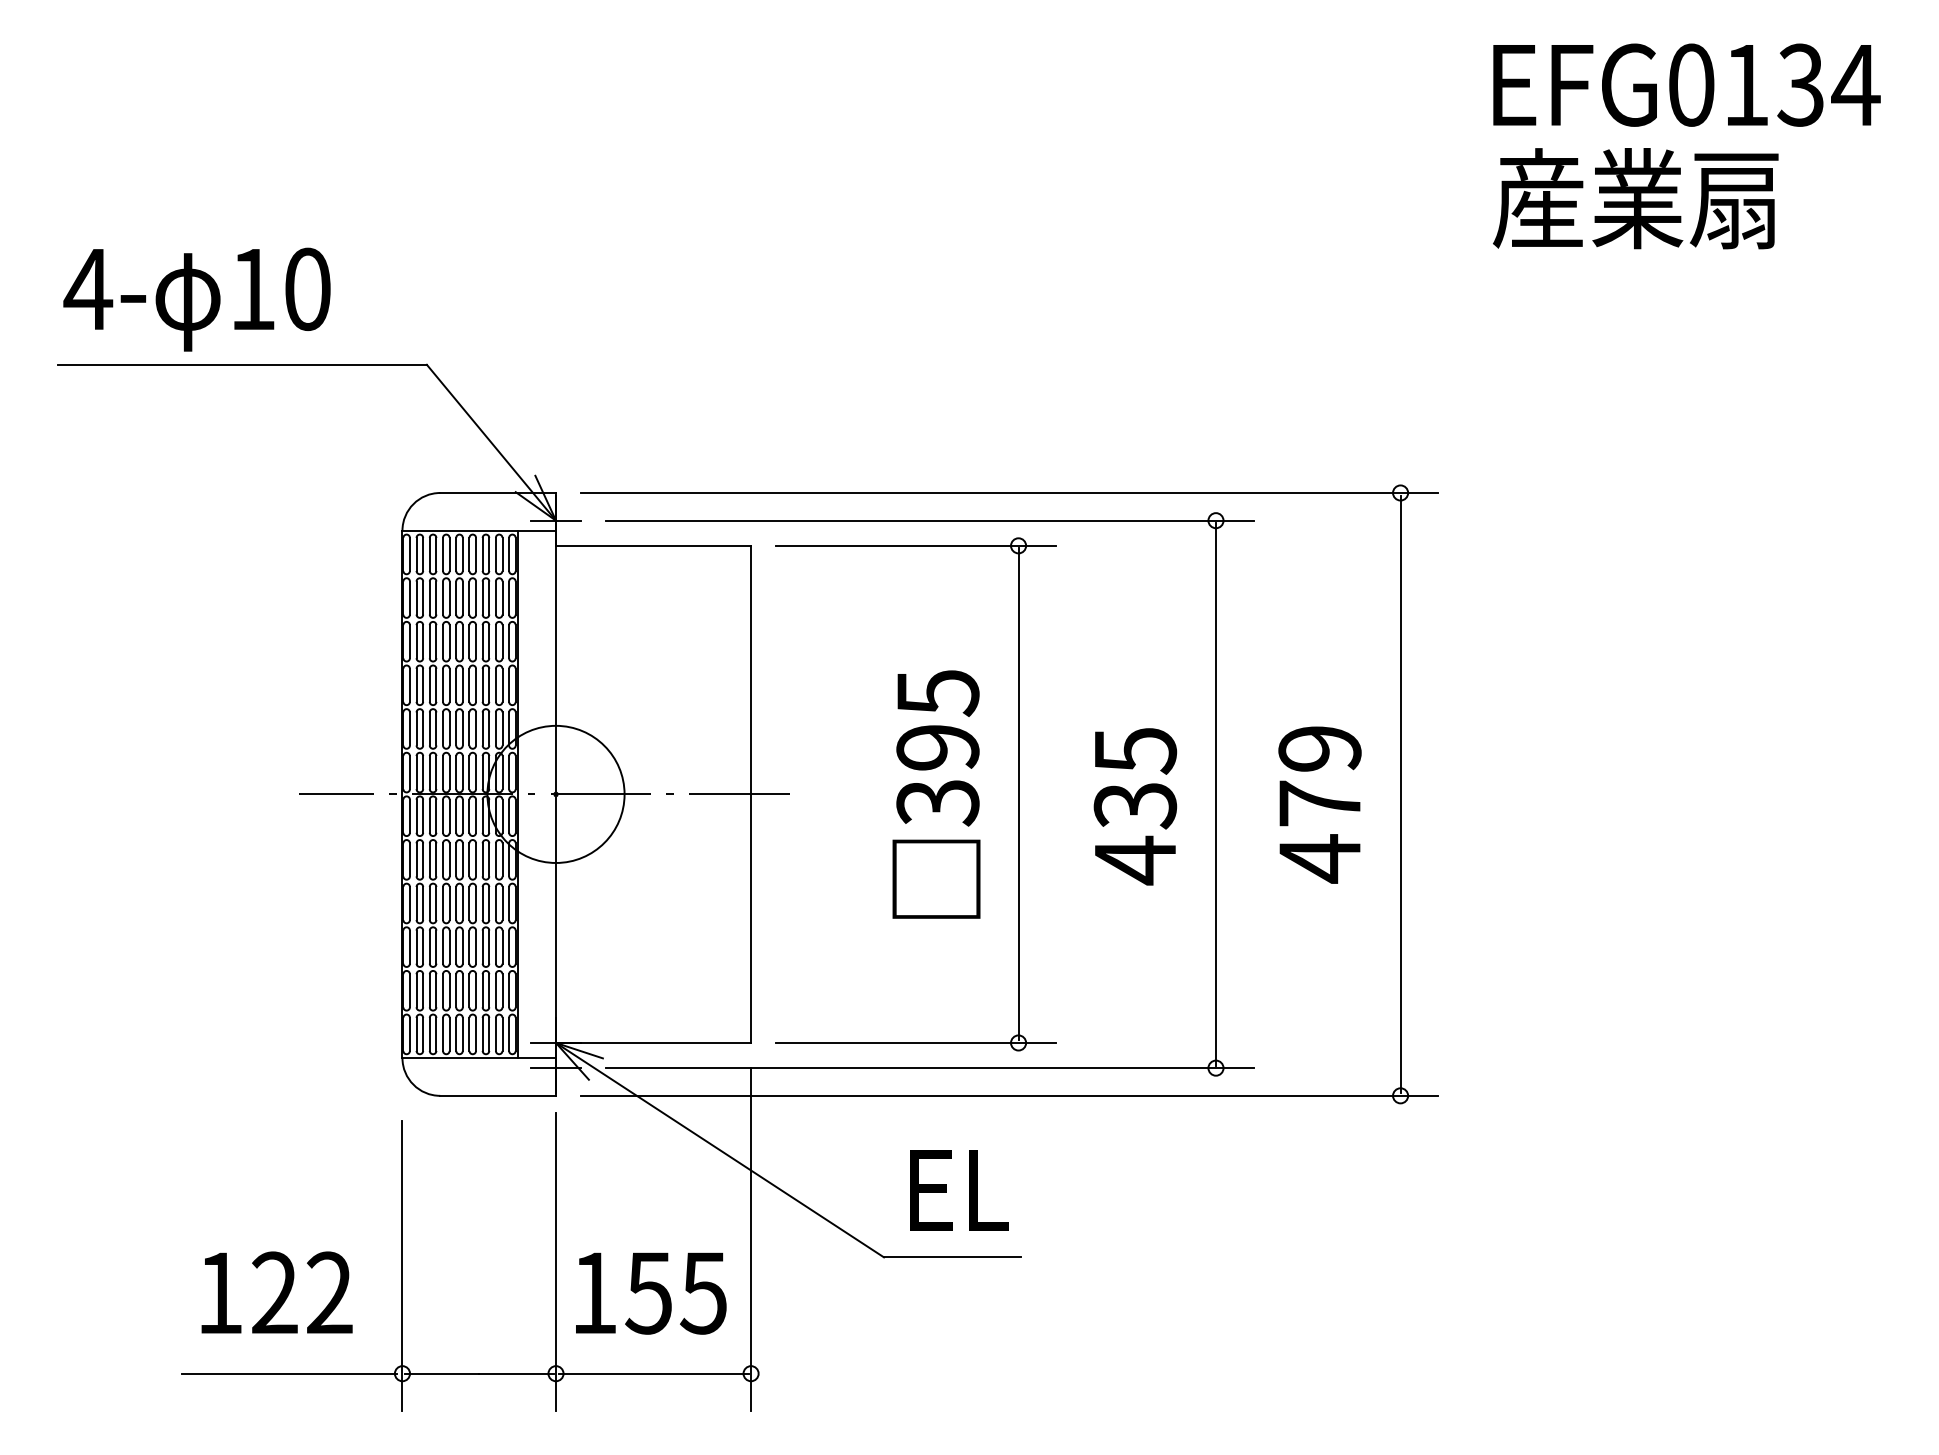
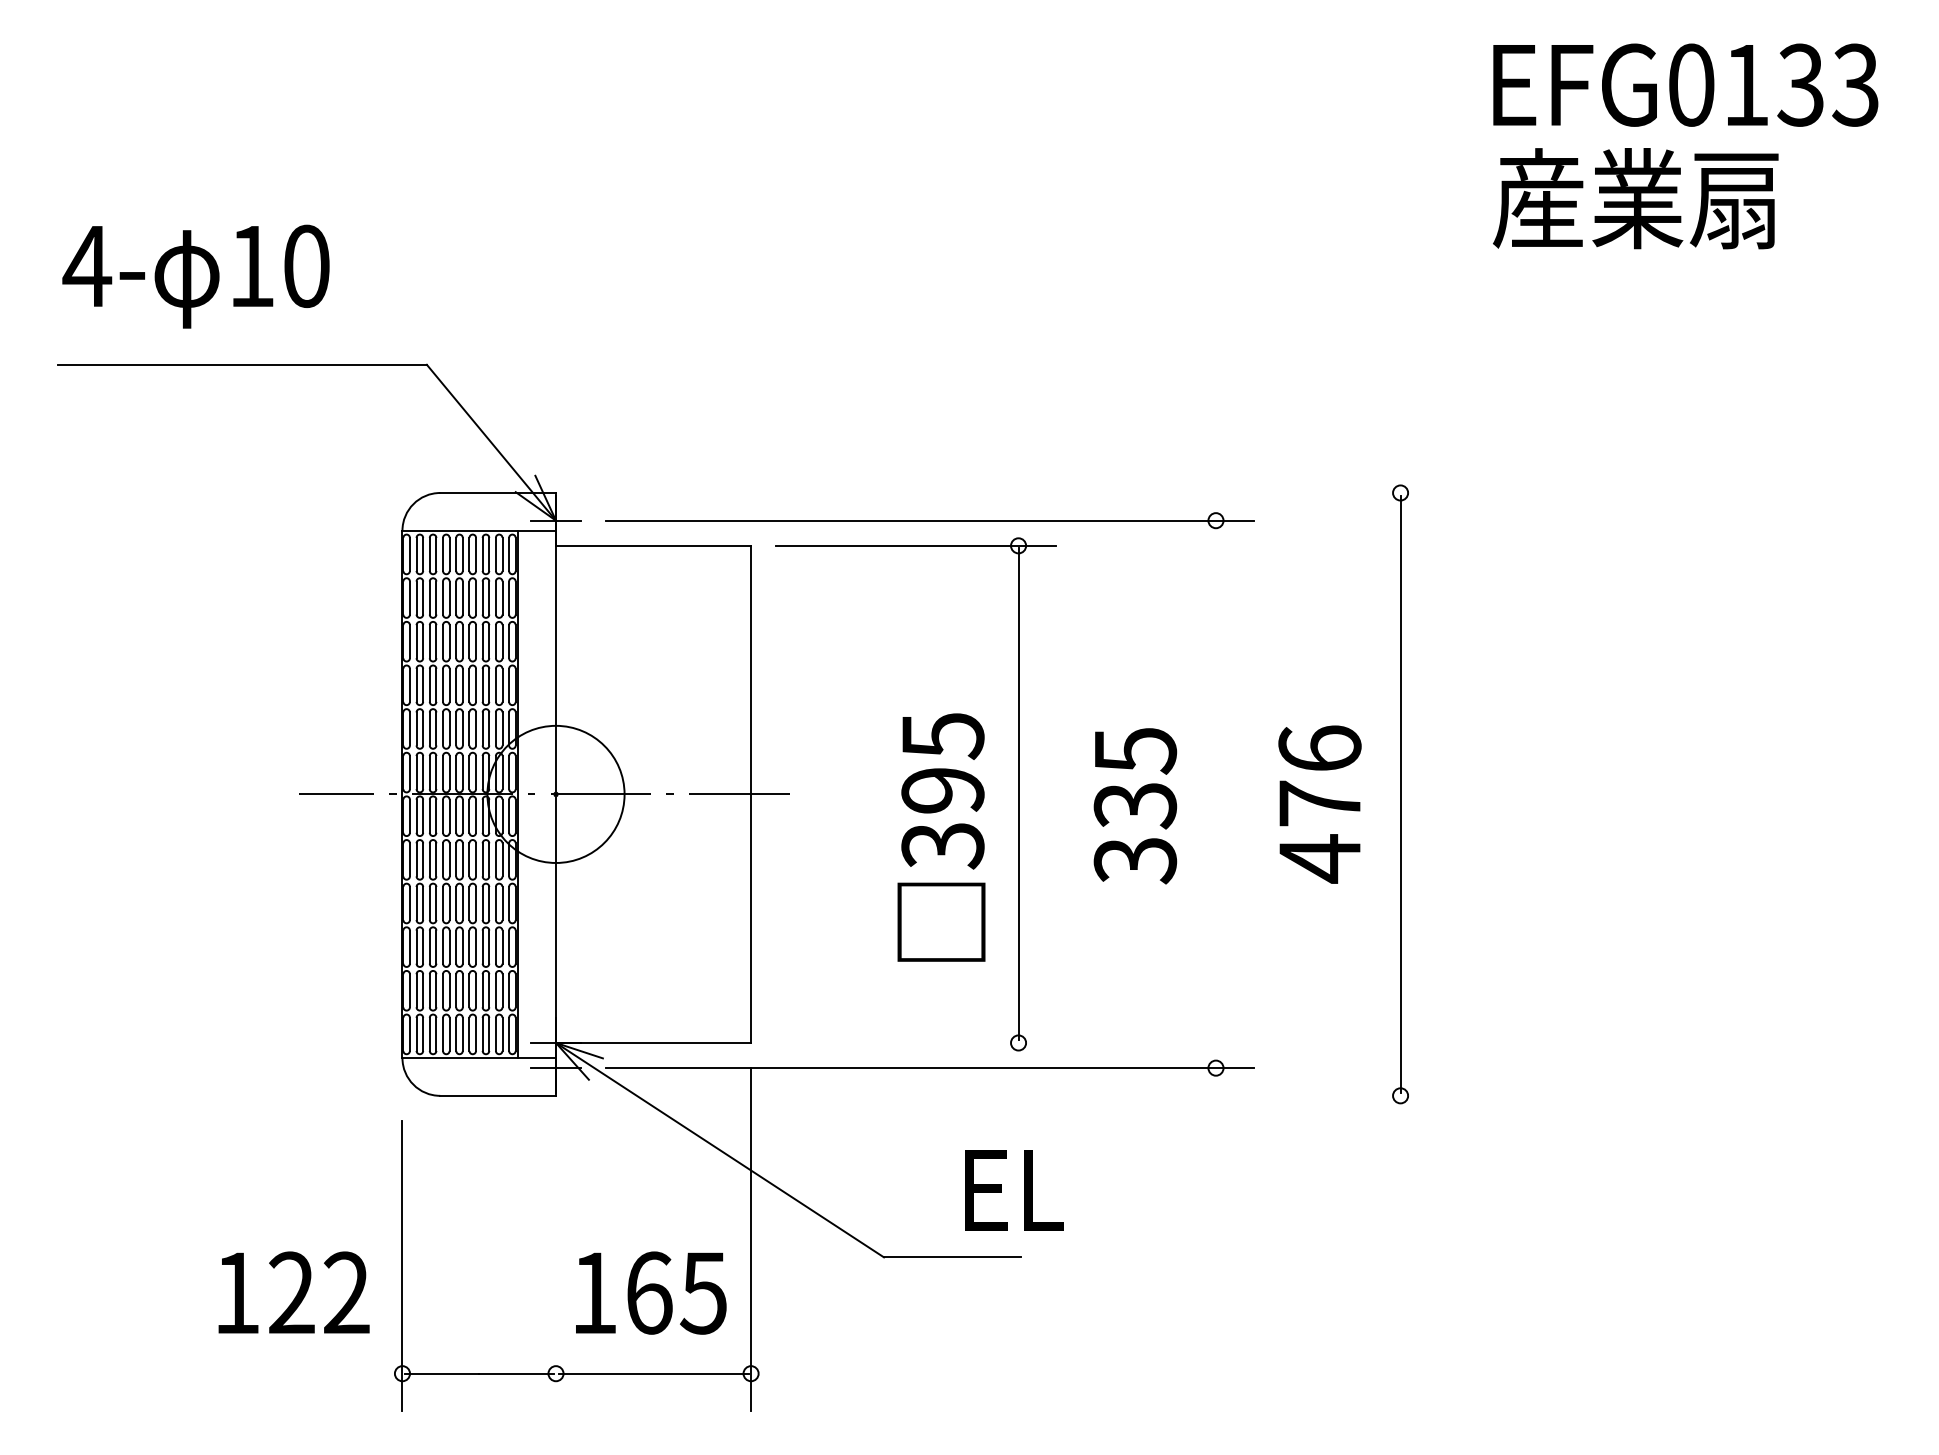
text at (1855, 84): EFG0134 -> EFG0133
text at (196, 299) position: (196, 299) -> (195, 276)
line at (1009, 492): present -> none
text at (1319, 748): 479 -> 476
text at (936, 794) position: (936, 794) -> (941, 837)
line at (1215, 794): present -> none
text at (1135, 860): 435 -> 335
line at (916, 1042): present -> none
line at (1009, 1095): present -> none
text at (959, 1190) position: (959, 1190) -> (1014, 1190)
line at (556, 1261): present -> none
text at (276, 1292) position: (276, 1292) -> (293, 1292)
text at (648, 1292): 155 -> 165
line at (289, 1373): present -> none
